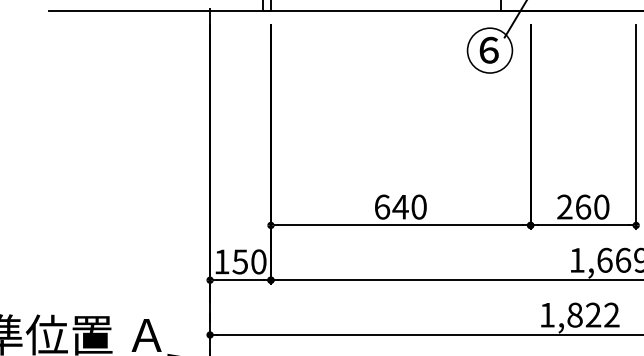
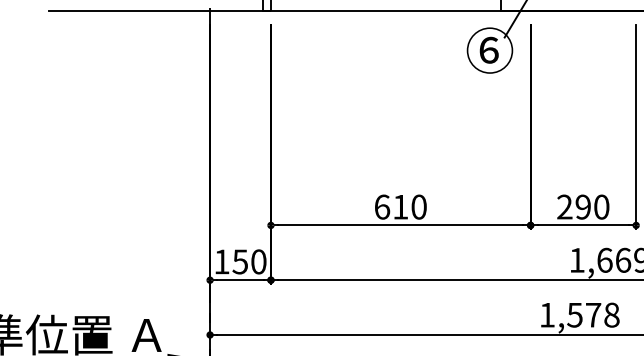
text at (583, 206): 260 -> 290
text at (400, 207): 640 -> 610
text at (593, 314): 1,822 -> 1,578
